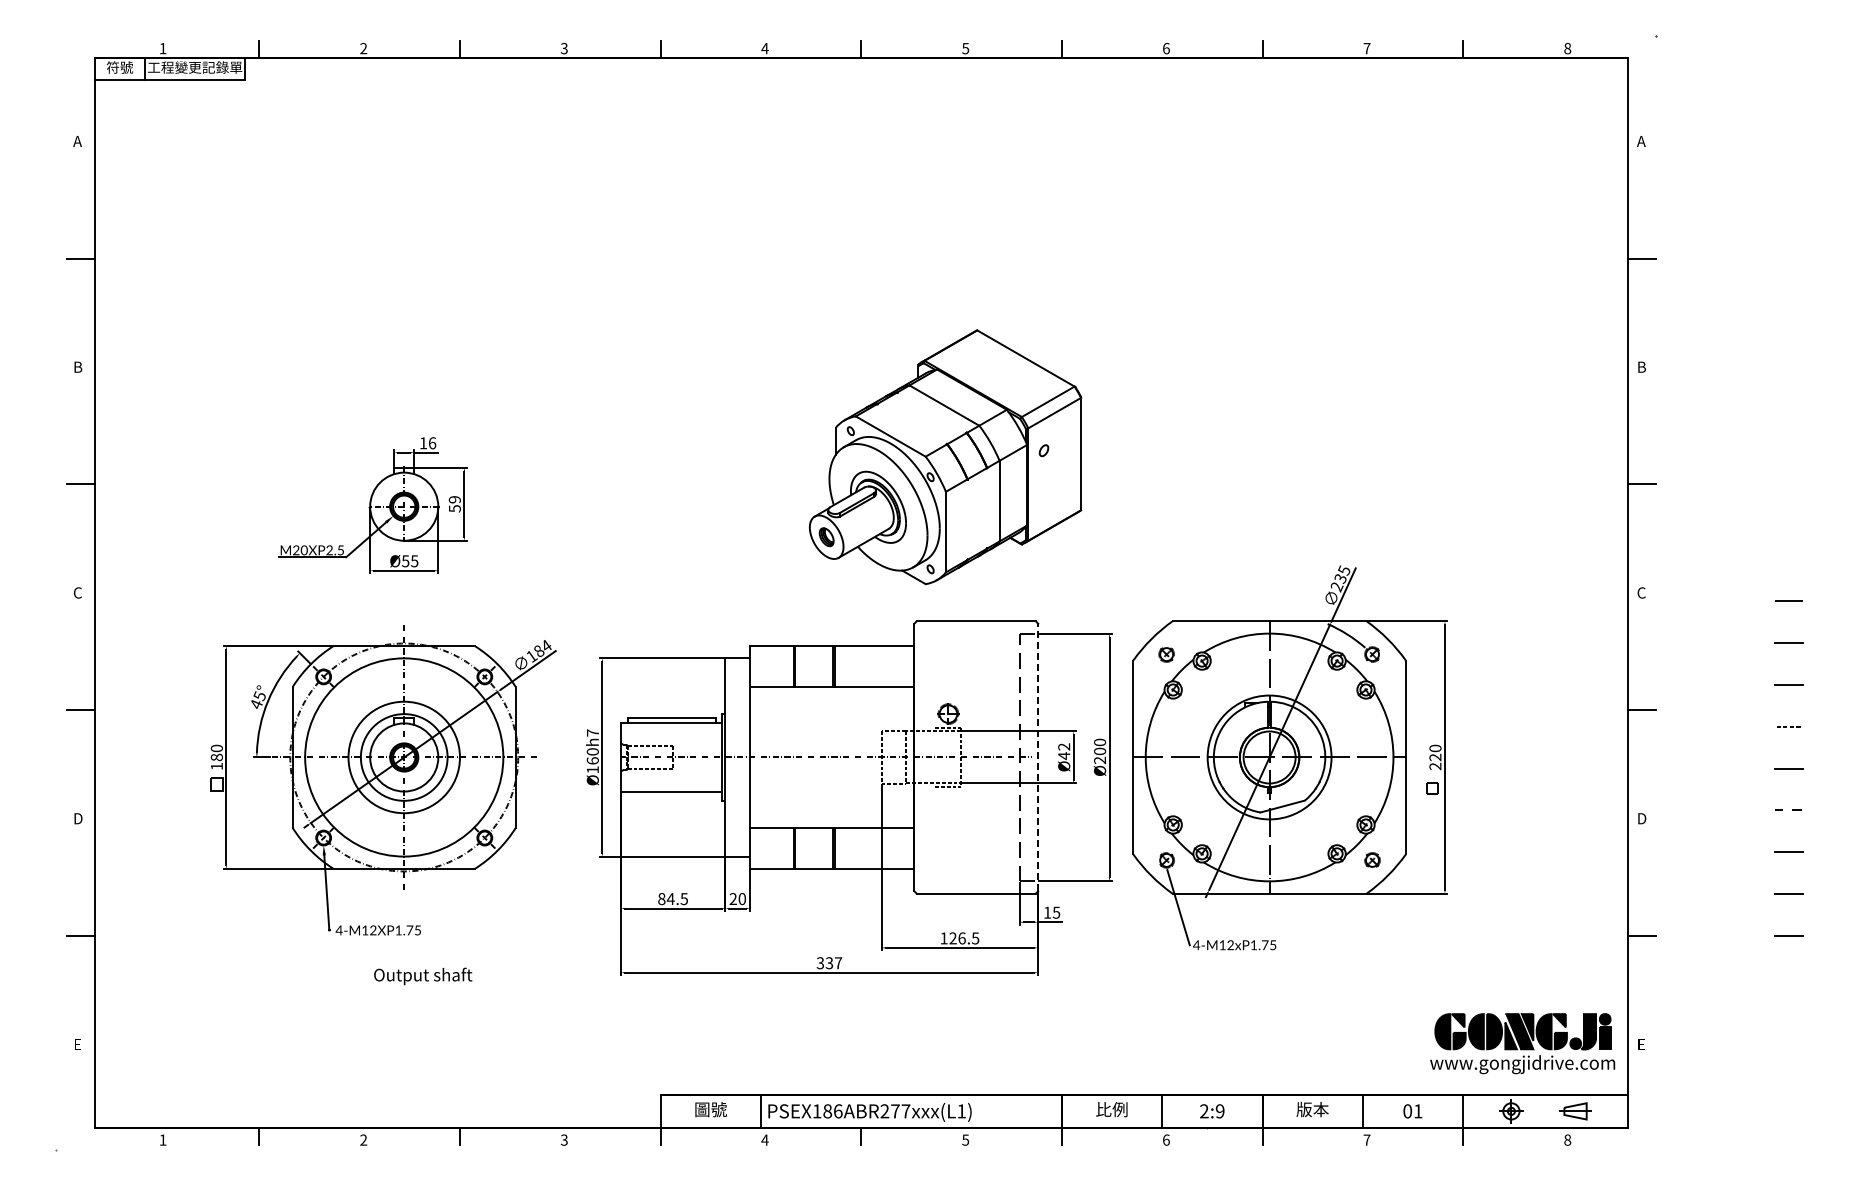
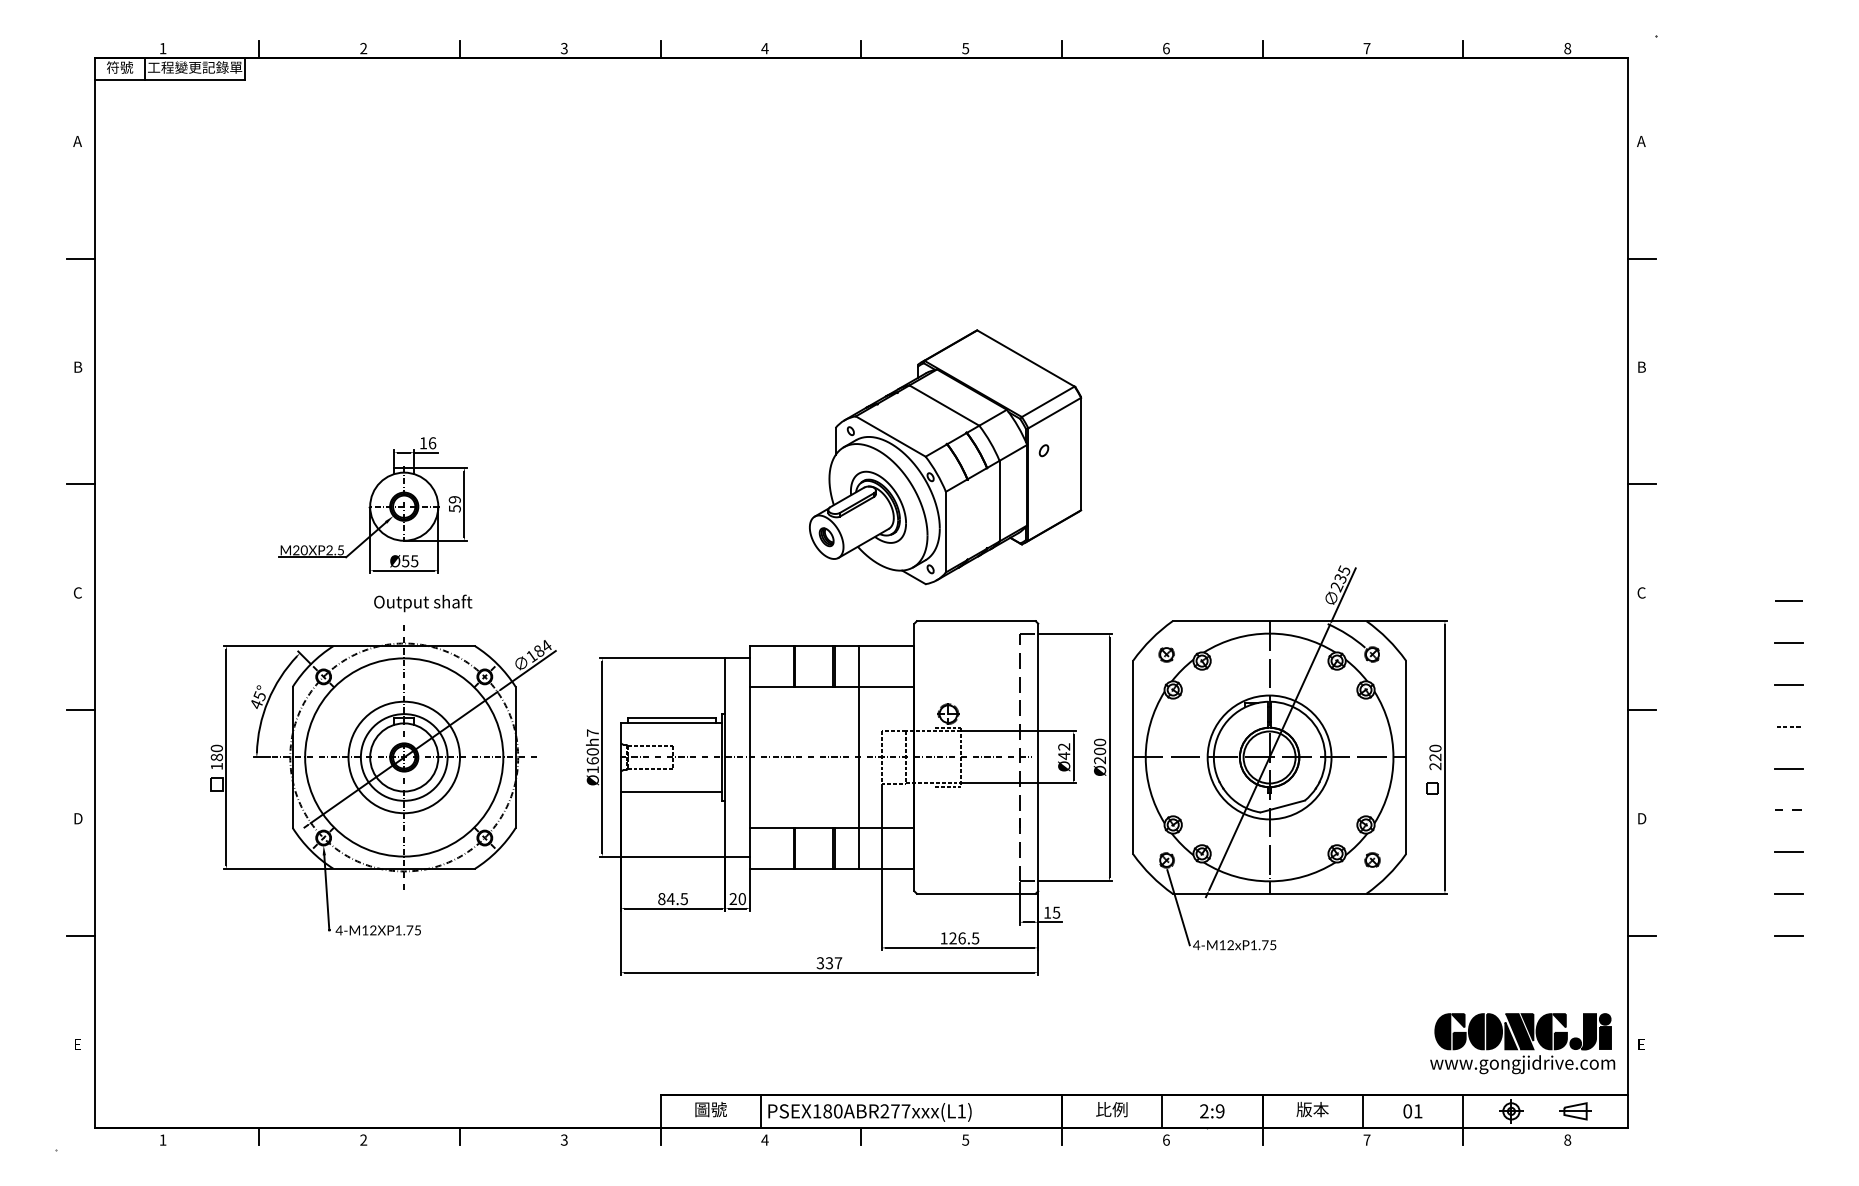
line at (858, 757): none -> present
line at (1038, 757): dashed -> solid
text at (423, 976) position: (423, 976) -> (423, 603)
text at (838, 1111): PSEX186ABR277xxx(L1) -> PSEX180ABR277xxx(L1)
